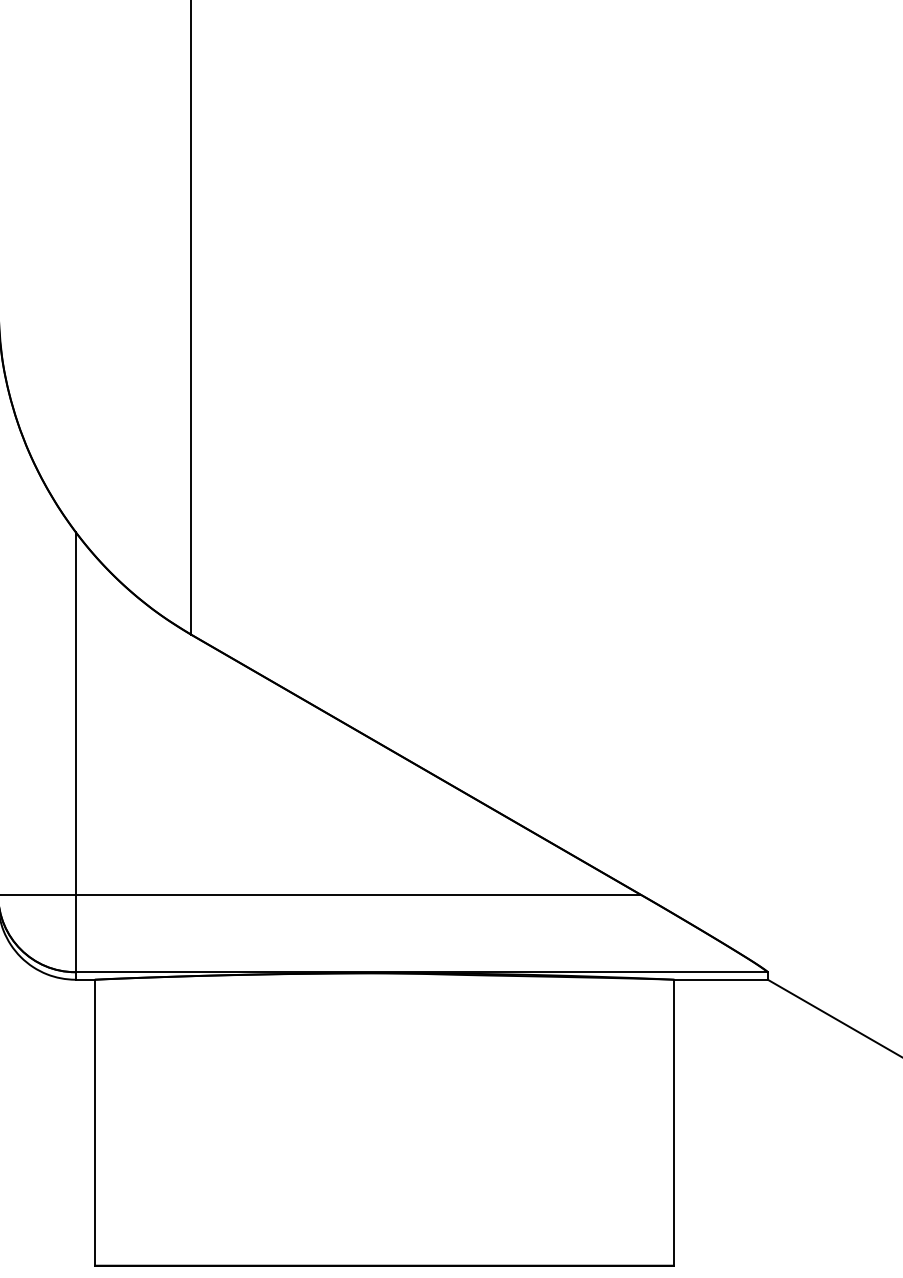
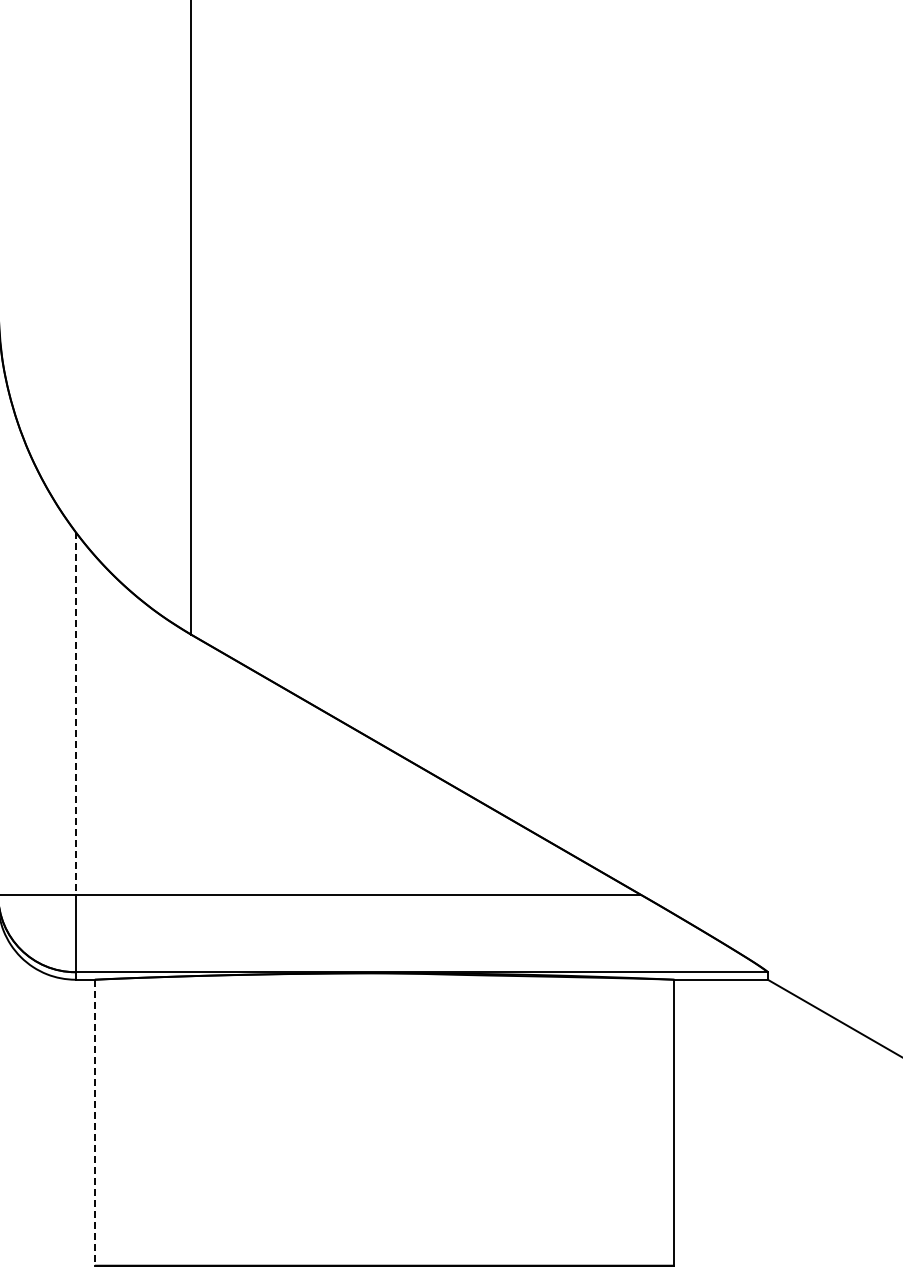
line at (75, 713): solid -> dashed
line at (94, 1122): solid -> dashed
